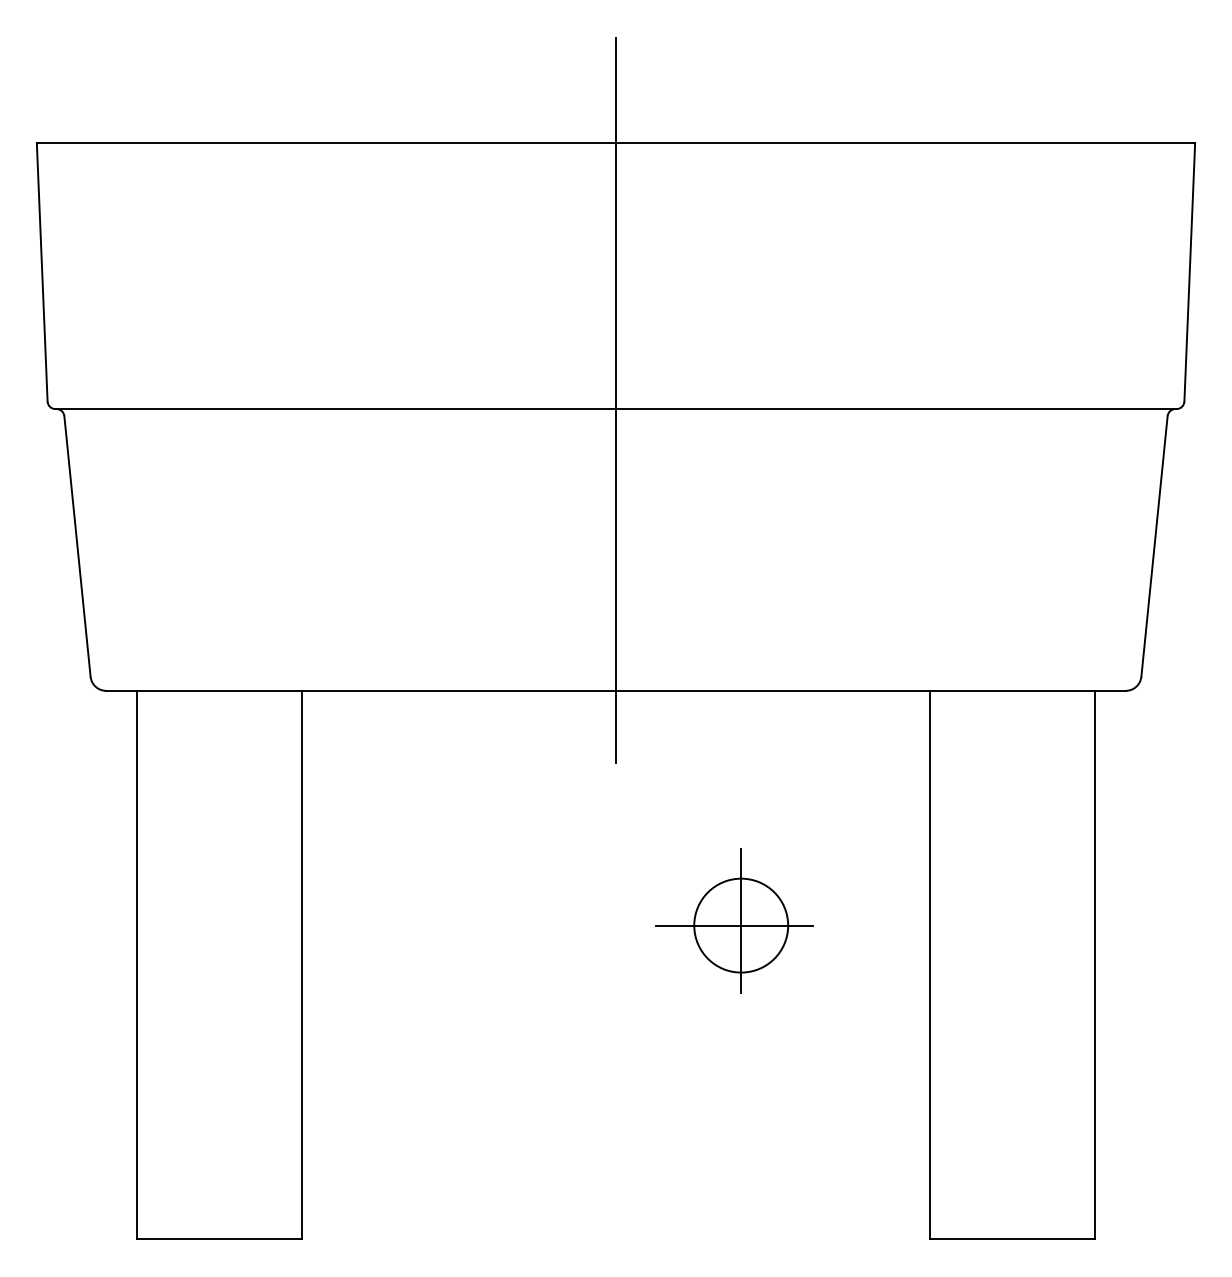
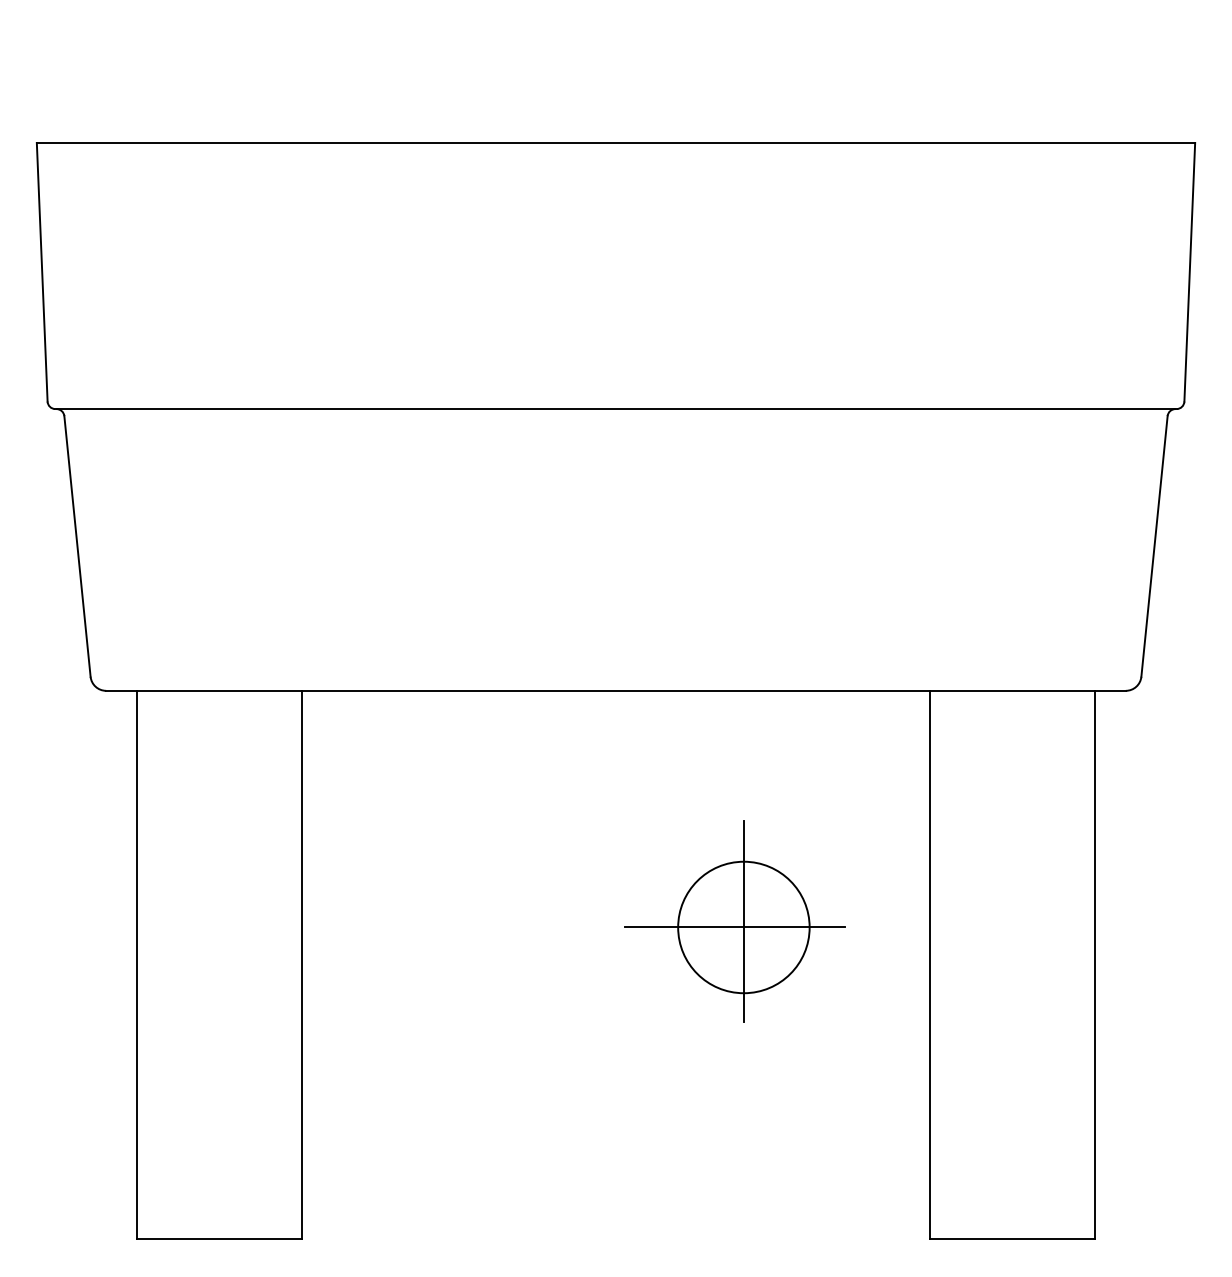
line at (616, 400): present -> none
part at (734, 920) size: 159x146 px -> 222x203 px
